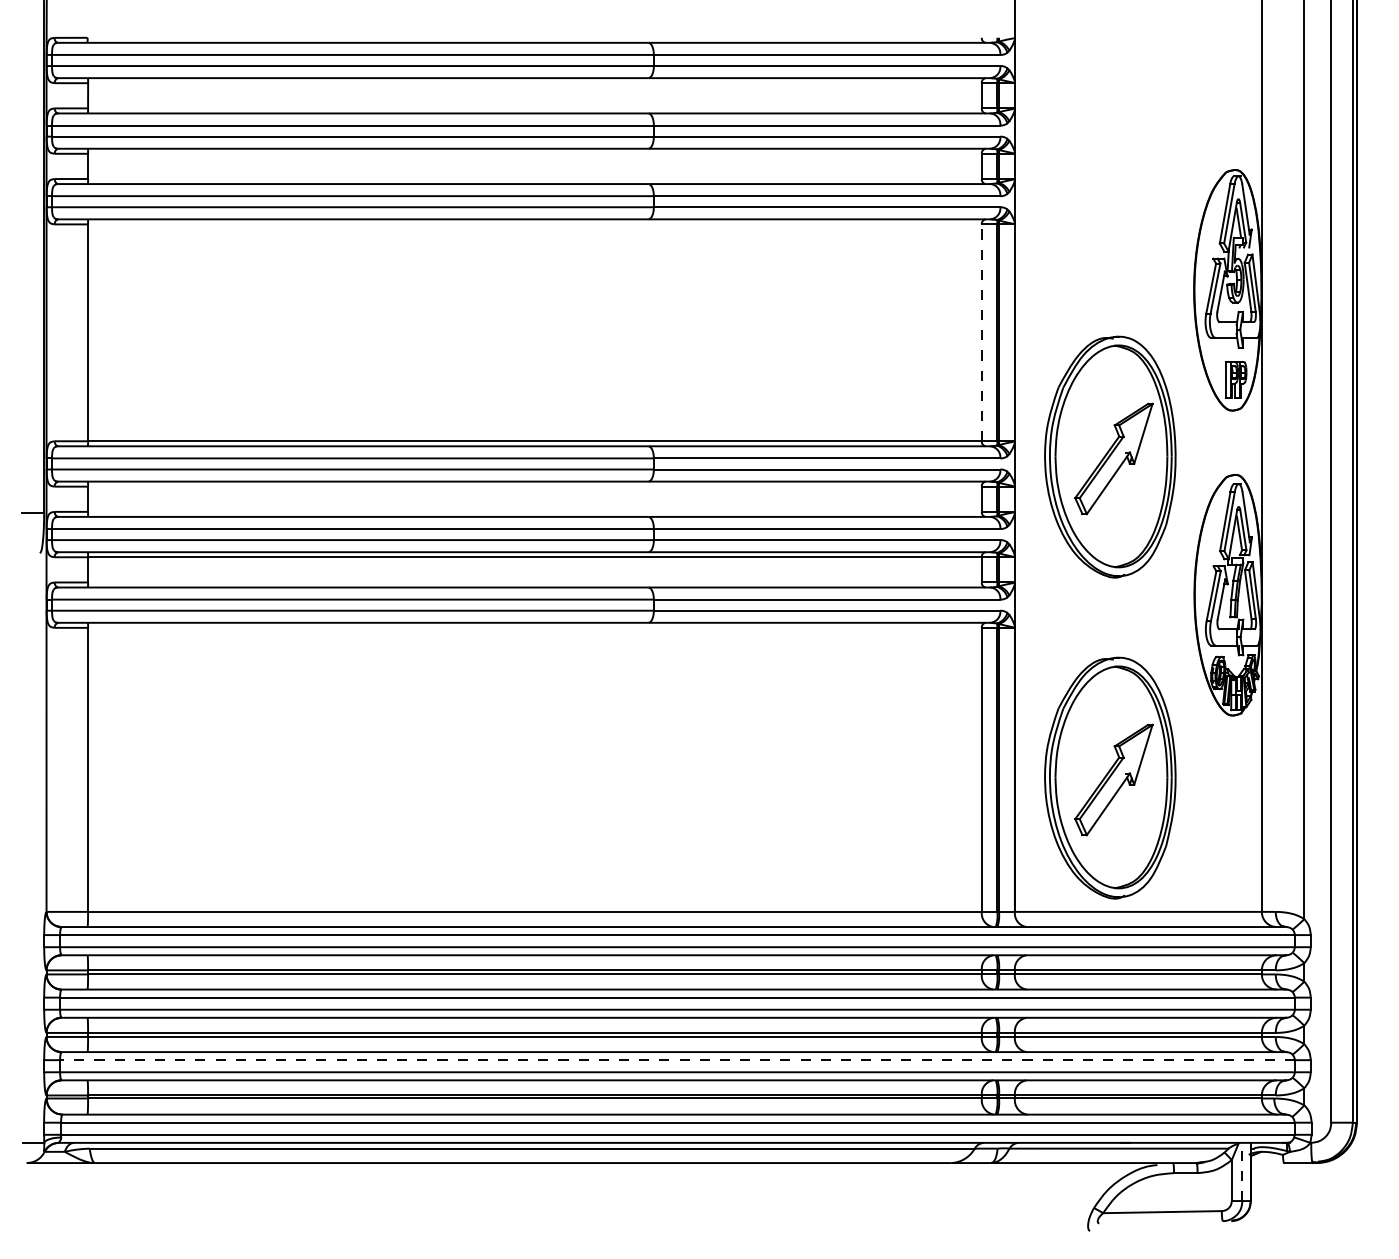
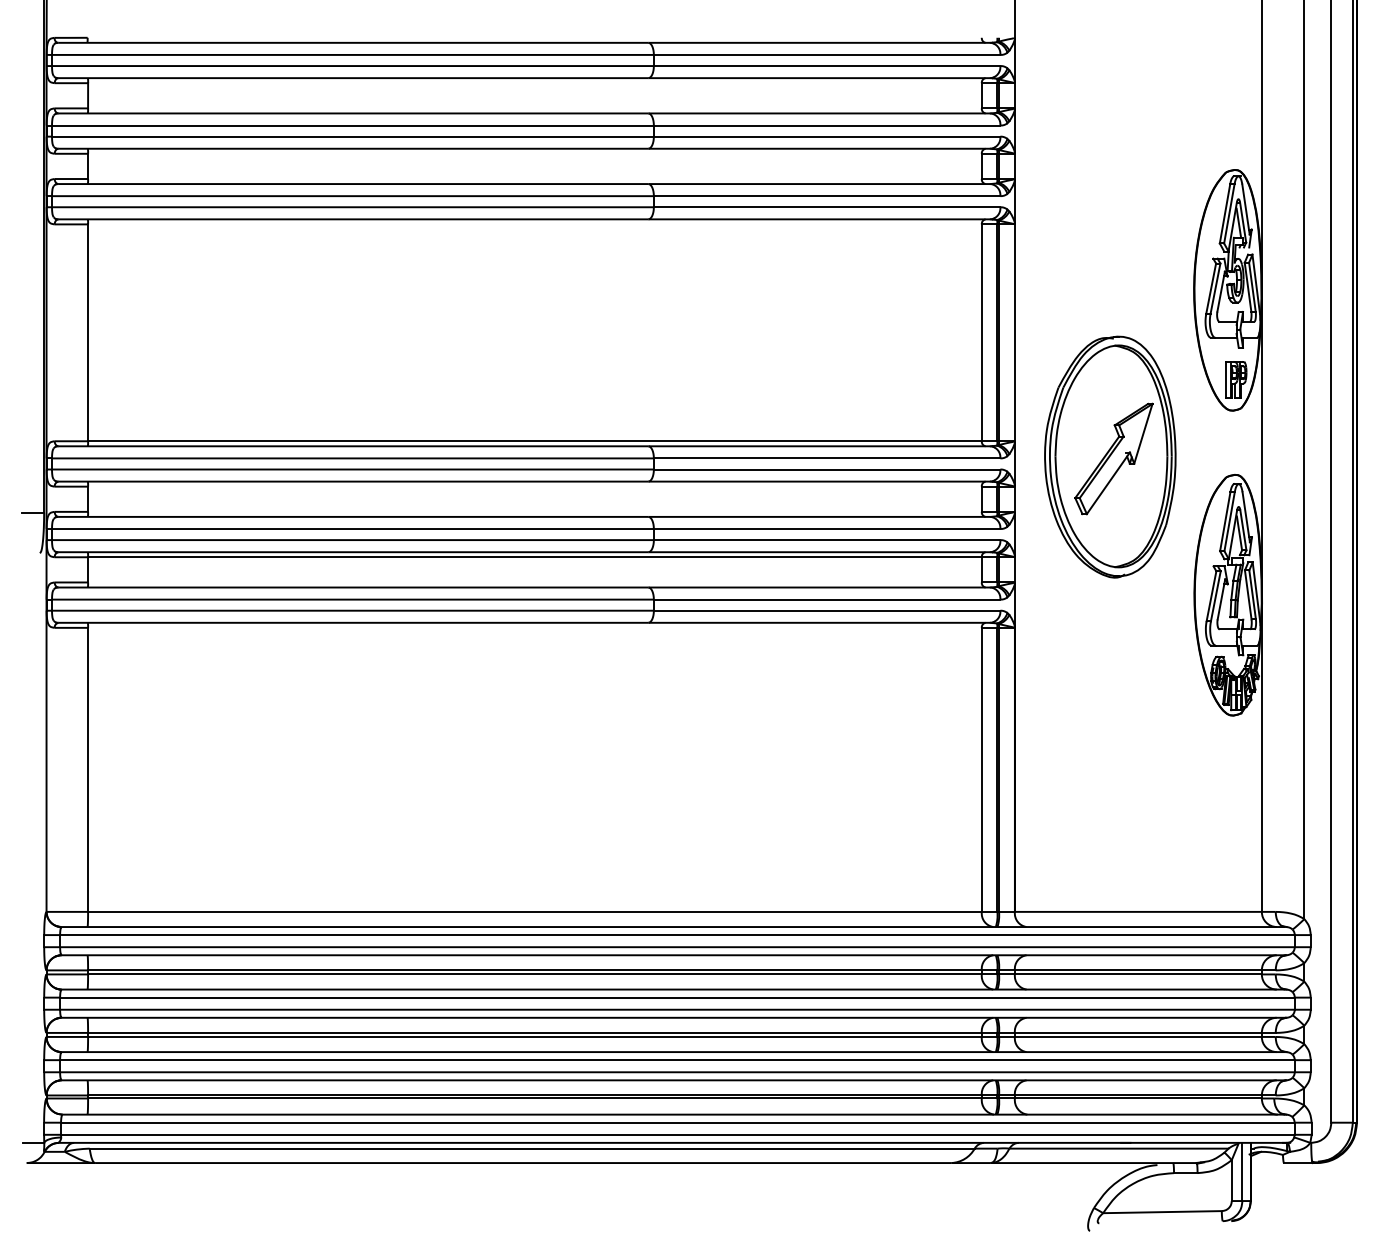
line at (981, 332): dashed -> solid
part at (1110, 777): present -> none
line at (676, 1060): dashed -> solid
line at (1242, 1171): dashed -> solid
